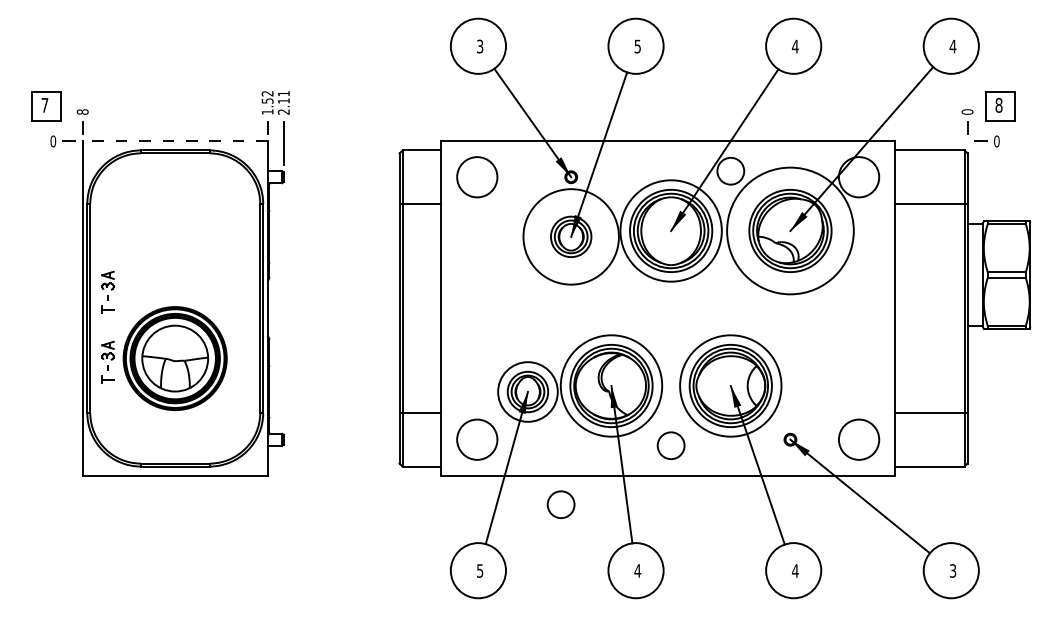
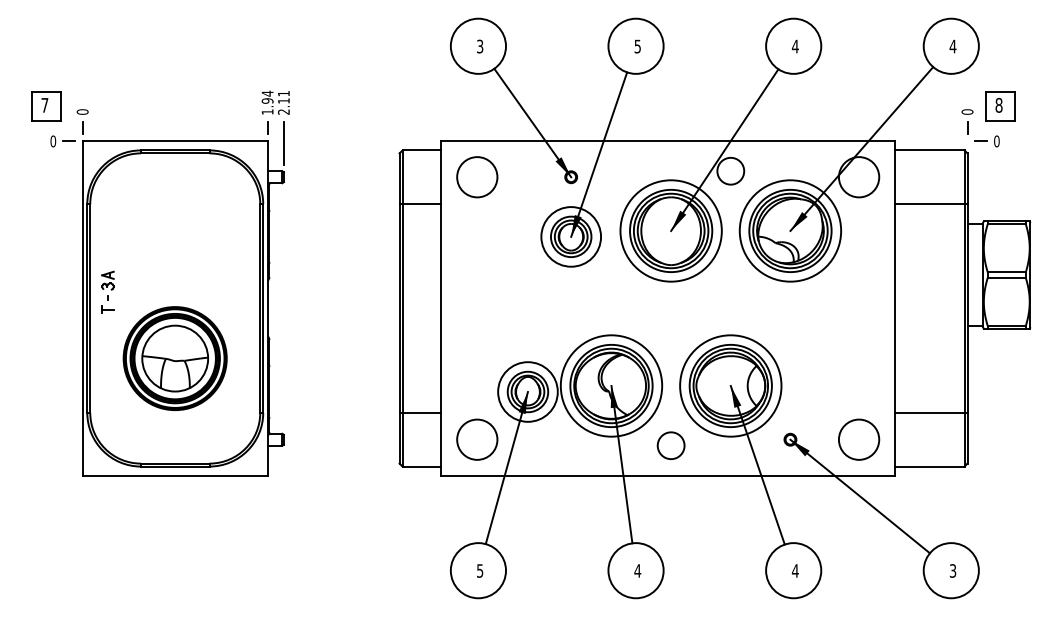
text at (267, 96): 1.52 -> 1.94
text at (82, 111): 8 -> 0
line at (174, 141): dashed -> solid
circle at (790, 230) diameter: 127 px -> 101 px
circle at (570, 236) diameter: 95 px -> 60 px
part at (107, 361): present -> none
circle at (560, 504): present -> none
